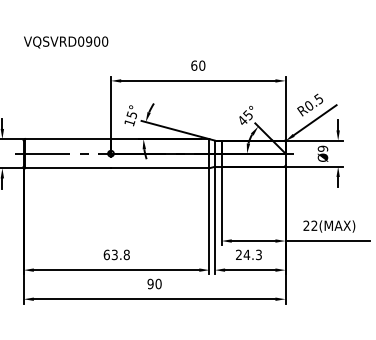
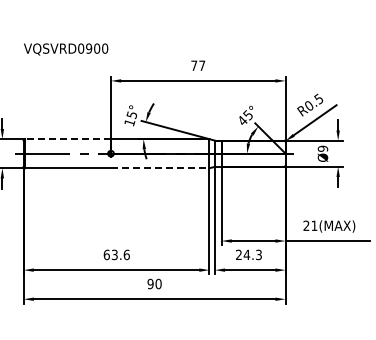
text at (66, 42) position: (66, 42) -> (66, 49)
text at (198, 65): 60 -> 77
line at (68, 139): solid -> dashed
line at (160, 168): solid -> dashed
text at (314, 225): 22(MAX) -> 21(MAX)
text at (126, 254): 63.8 -> 63.6
